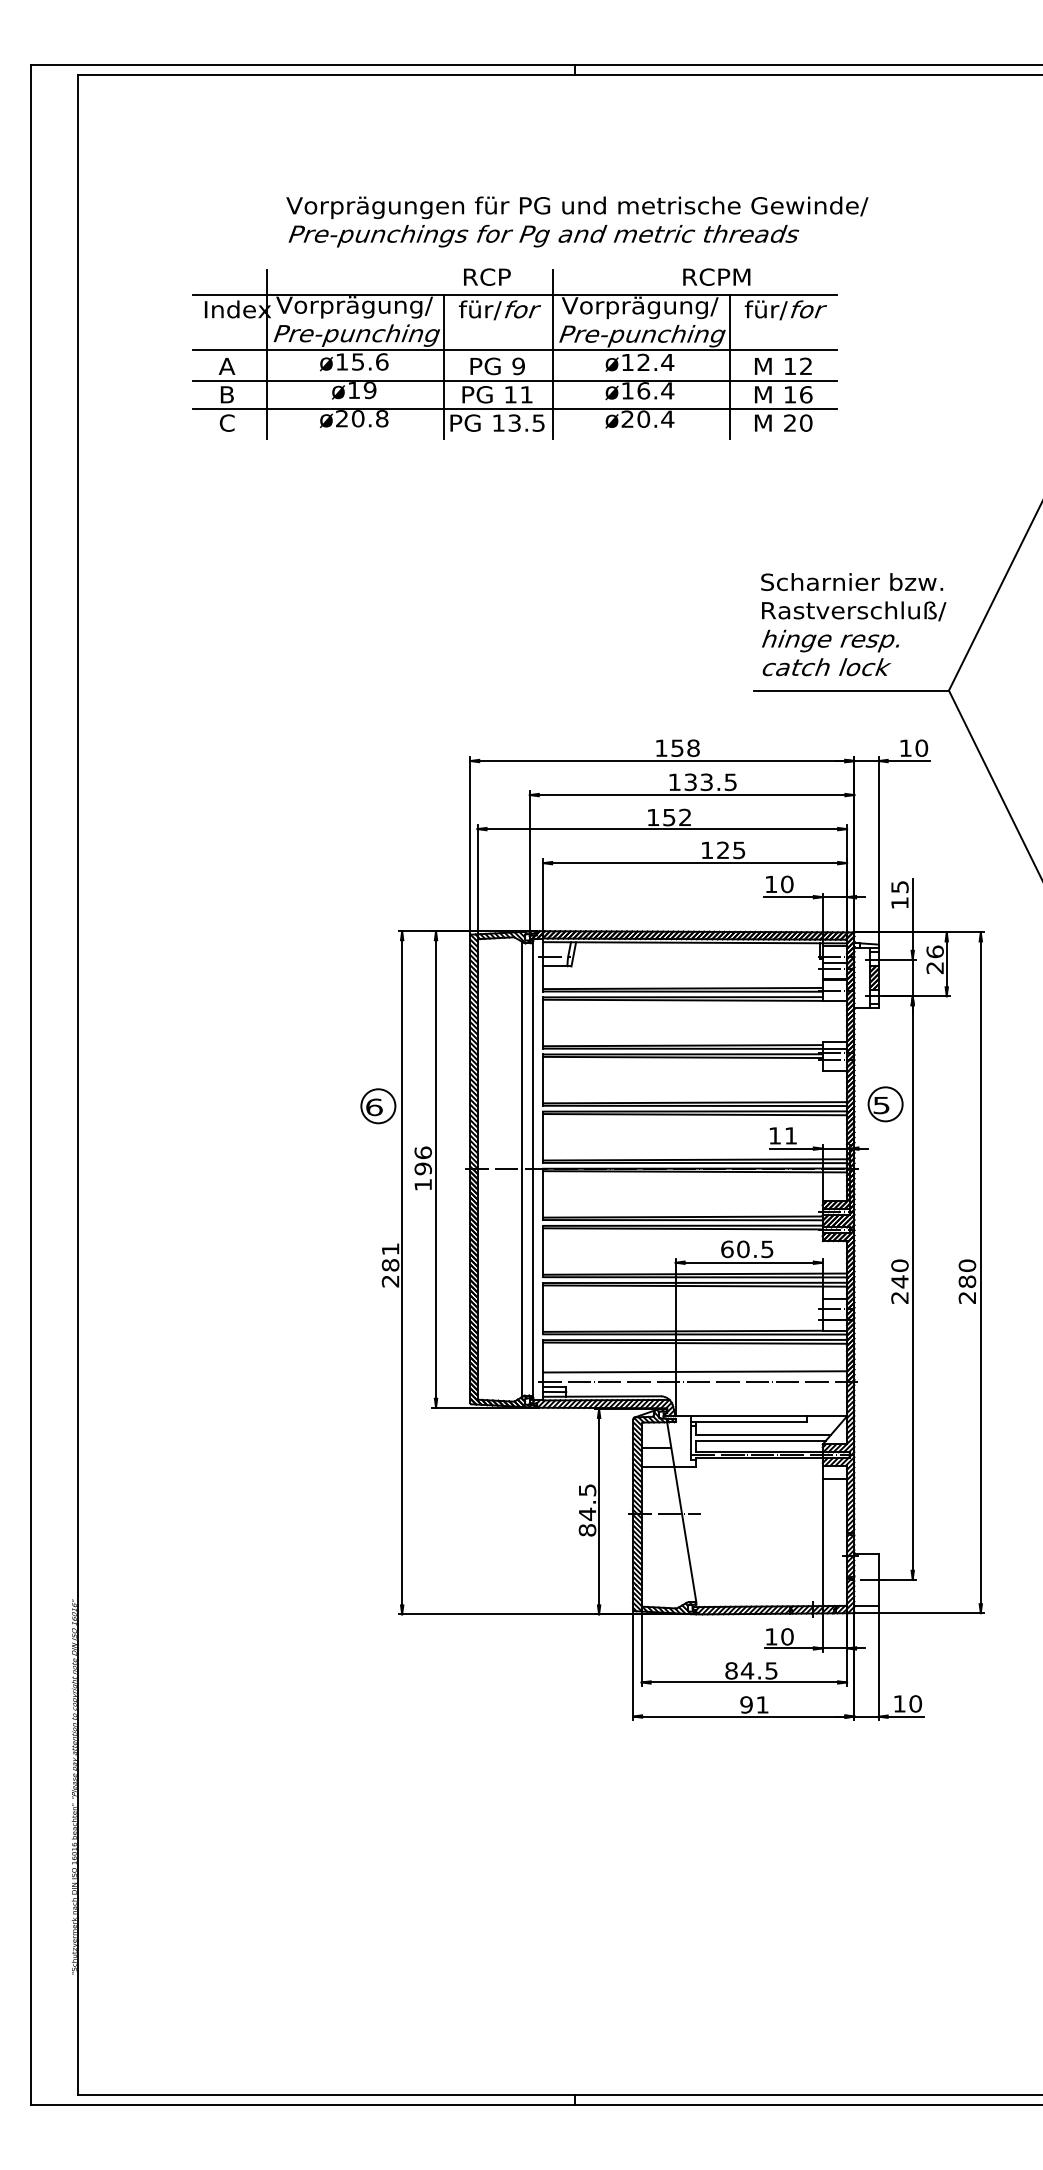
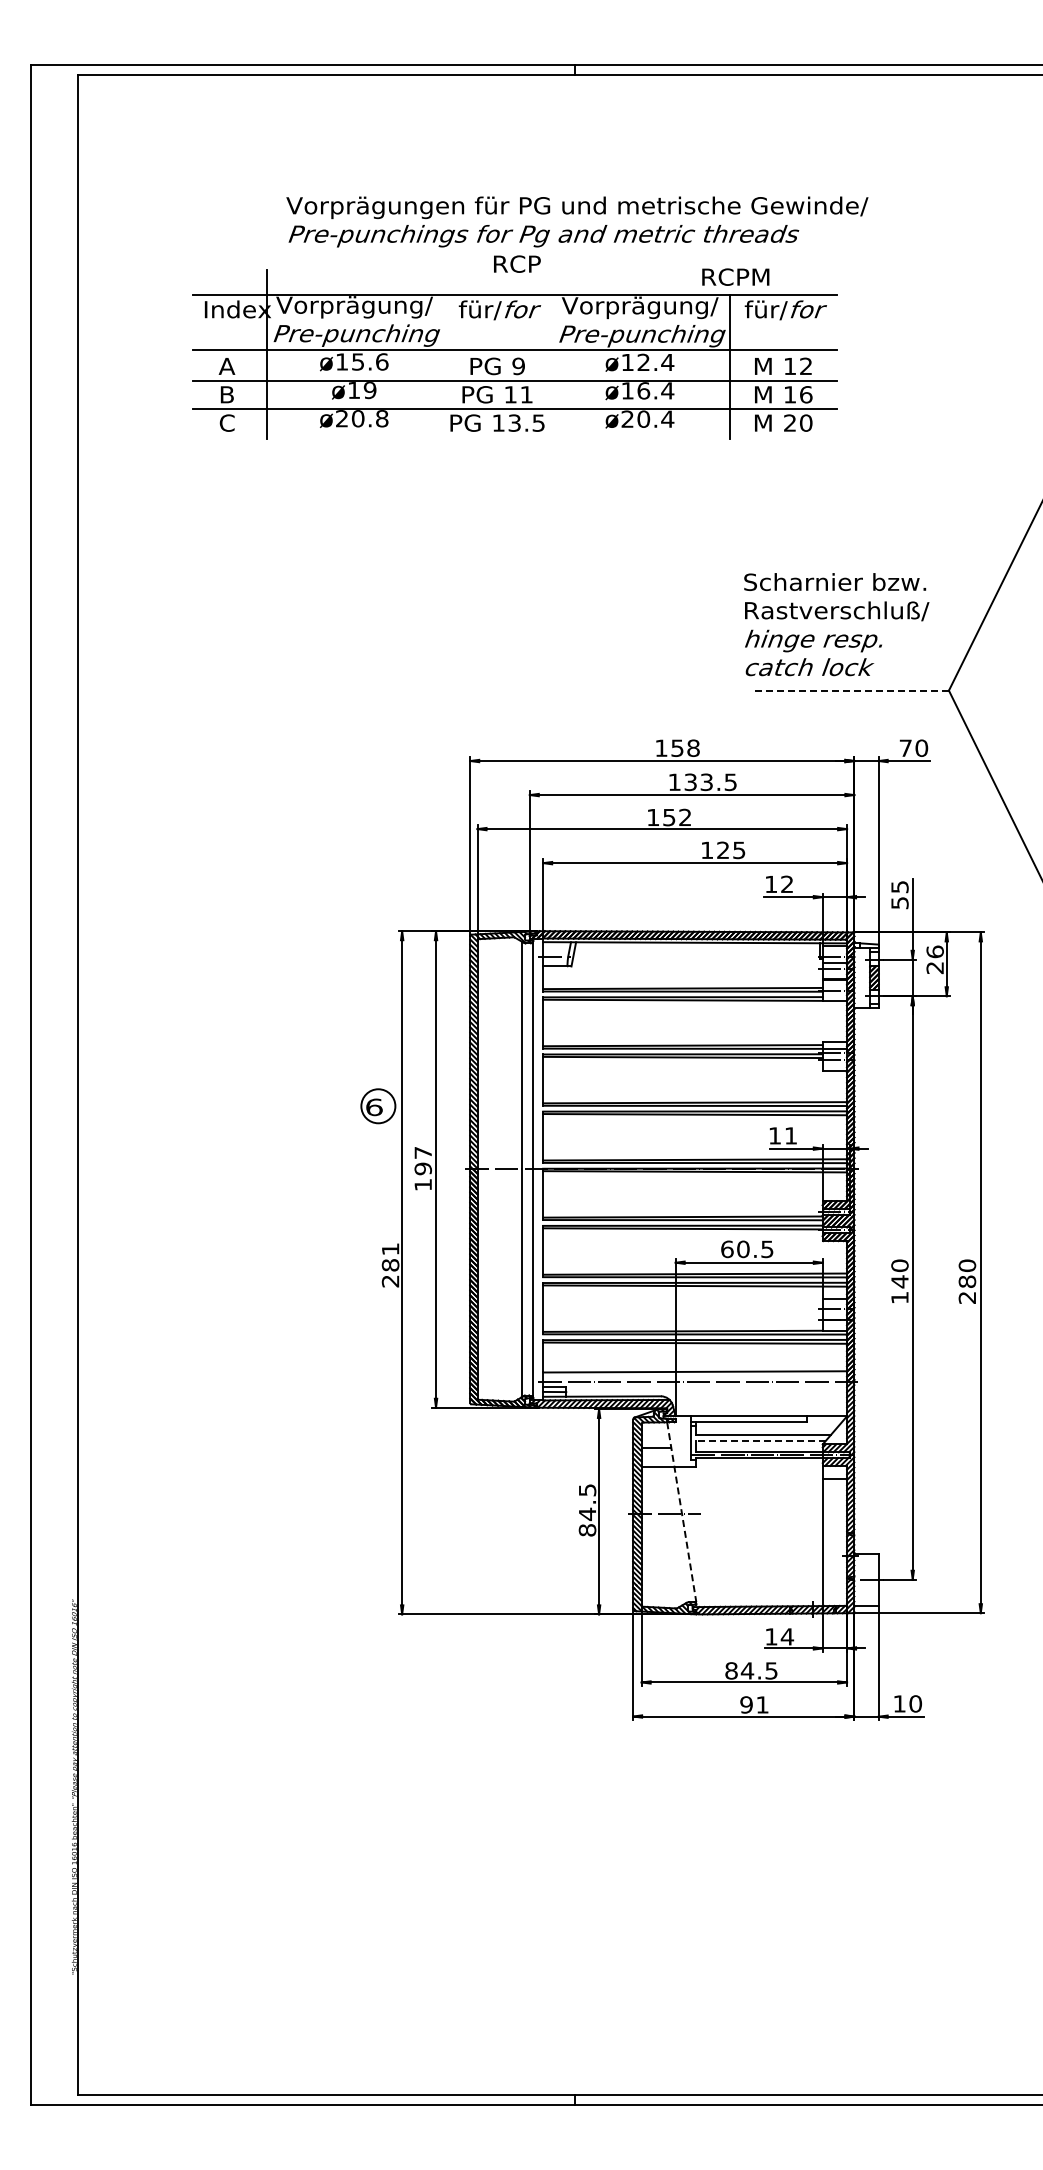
text at (487, 276) position: (487, 276) -> (517, 263)
text at (716, 276) position: (716, 276) -> (735, 276)
line at (553, 354): present -> none
line at (444, 366): present -> none
text at (853, 624) position: (853, 624) -> (836, 624)
line at (851, 690): solid -> dashed
text at (905, 747): 10 -> 70
text at (787, 884): 10 -> 12
text at (899, 903): 15 -> 55
part at (885, 1104): present -> none
text at (423, 1152): 196 -> 197
text at (899, 1297): 240 -> 140
line at (761, 1440): solid -> dashed
line at (681, 1512): solid -> dashed
text at (787, 1636): 10 -> 14
